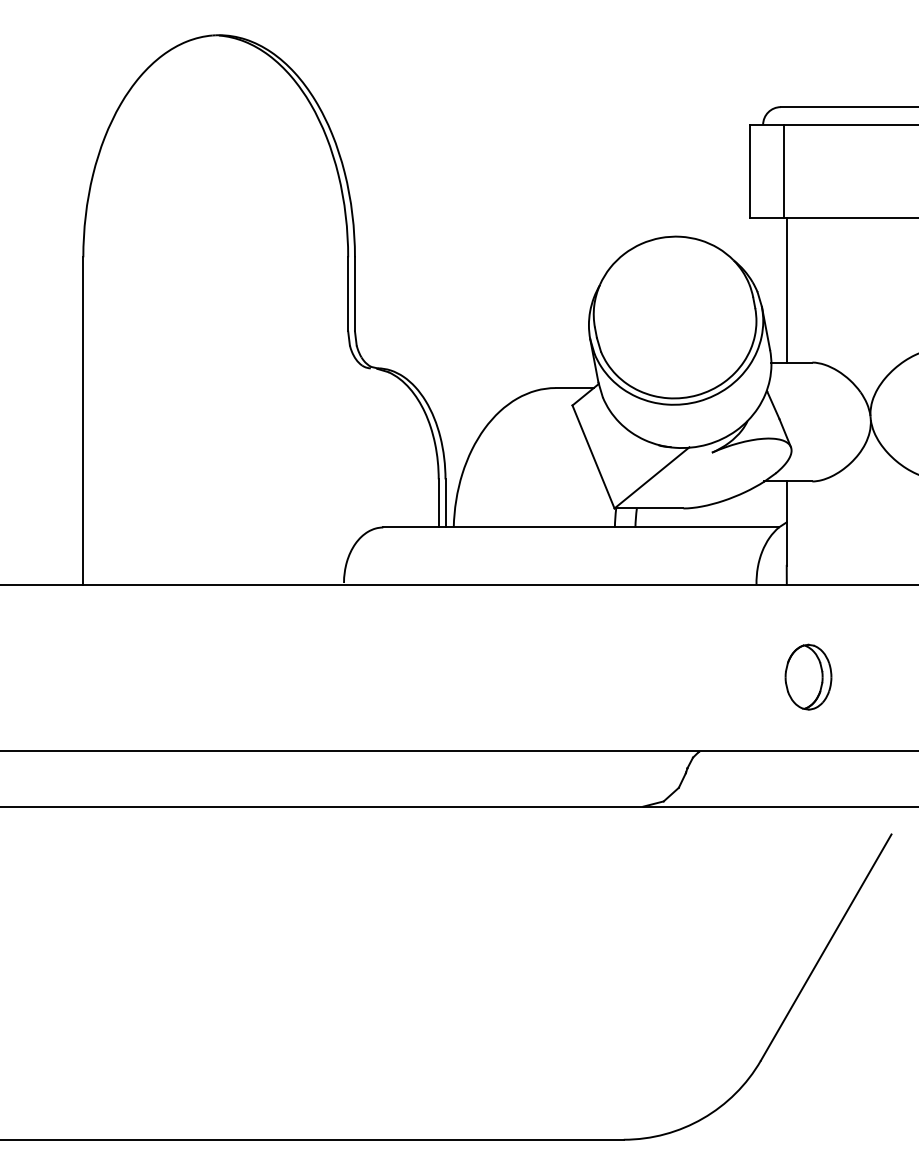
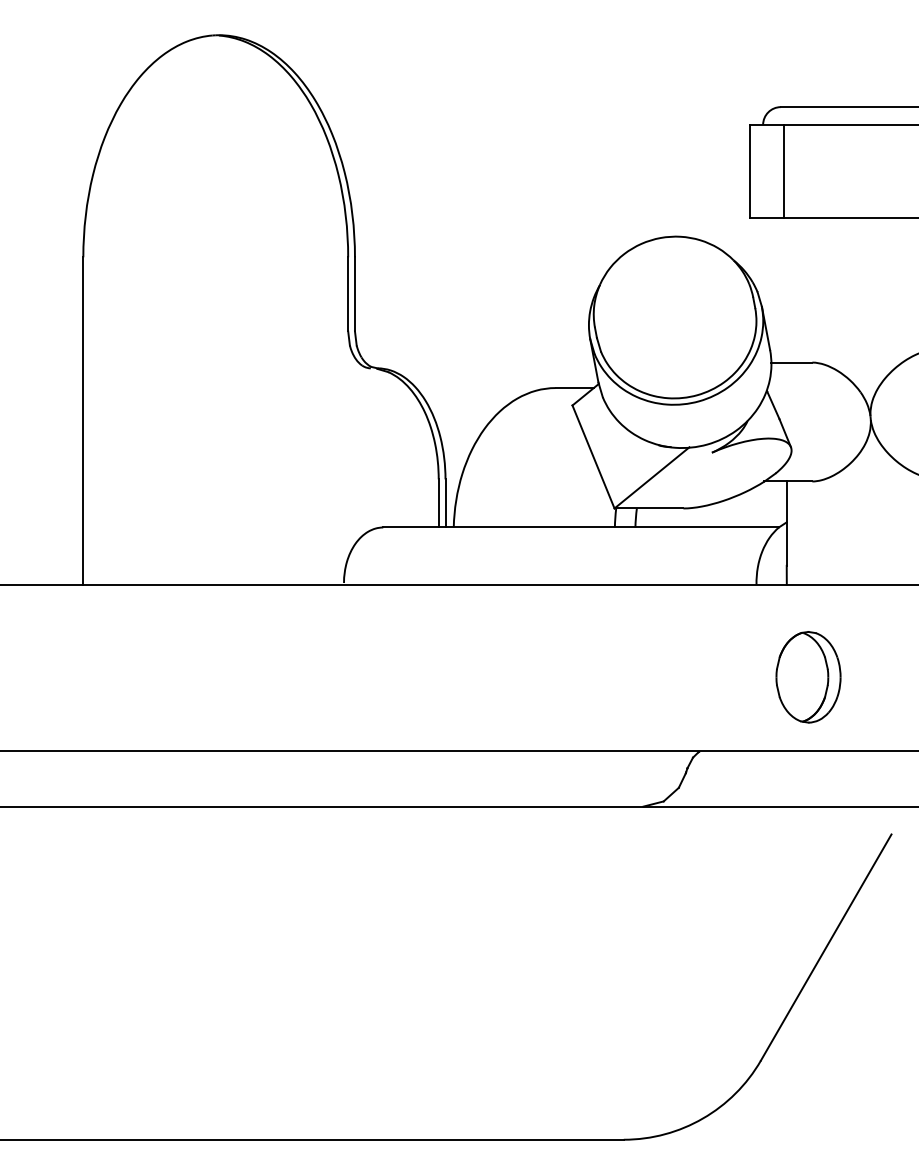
line at (786, 290): present -> none
part at (808, 676) size: 49x68 px -> 67x93 px
